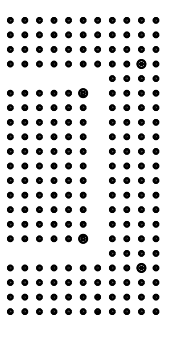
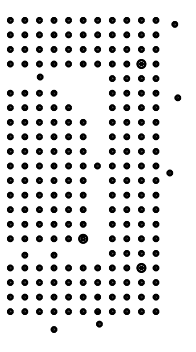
part at (174, 24): none -> present
part at (39, 76): none -> present
part at (177, 97): none -> present
part at (76, 99): present -> none
part at (97, 165): none -> present
part at (169, 172): none -> present
part at (24, 254): none -> present
part at (53, 254): none -> present
part at (99, 323): none -> present
part at (53, 329): none -> present
